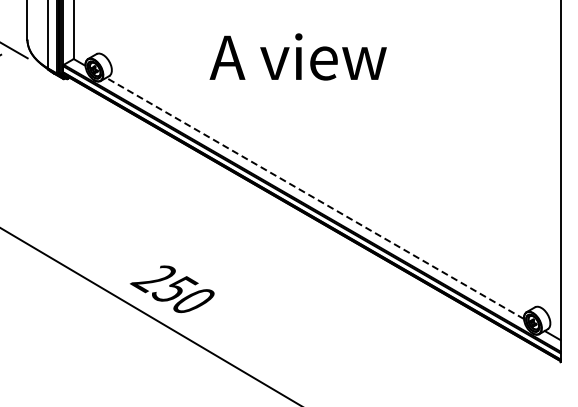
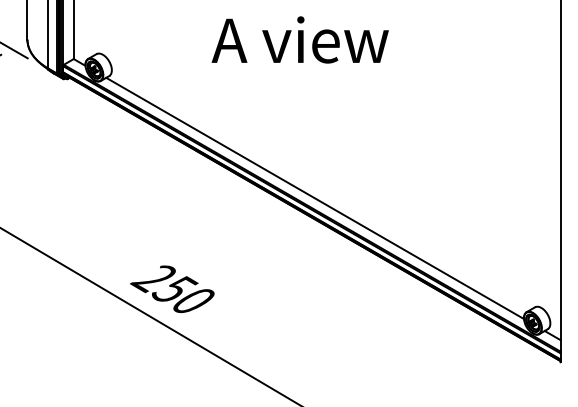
text at (297, 56) position: (297, 56) -> (299, 39)
line at (314, 198): dashed -> solid
